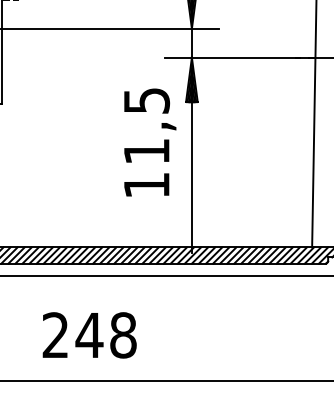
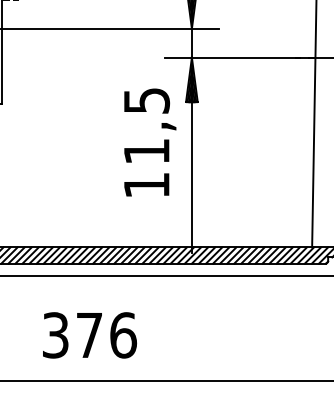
text at (89, 335): 248 -> 376
